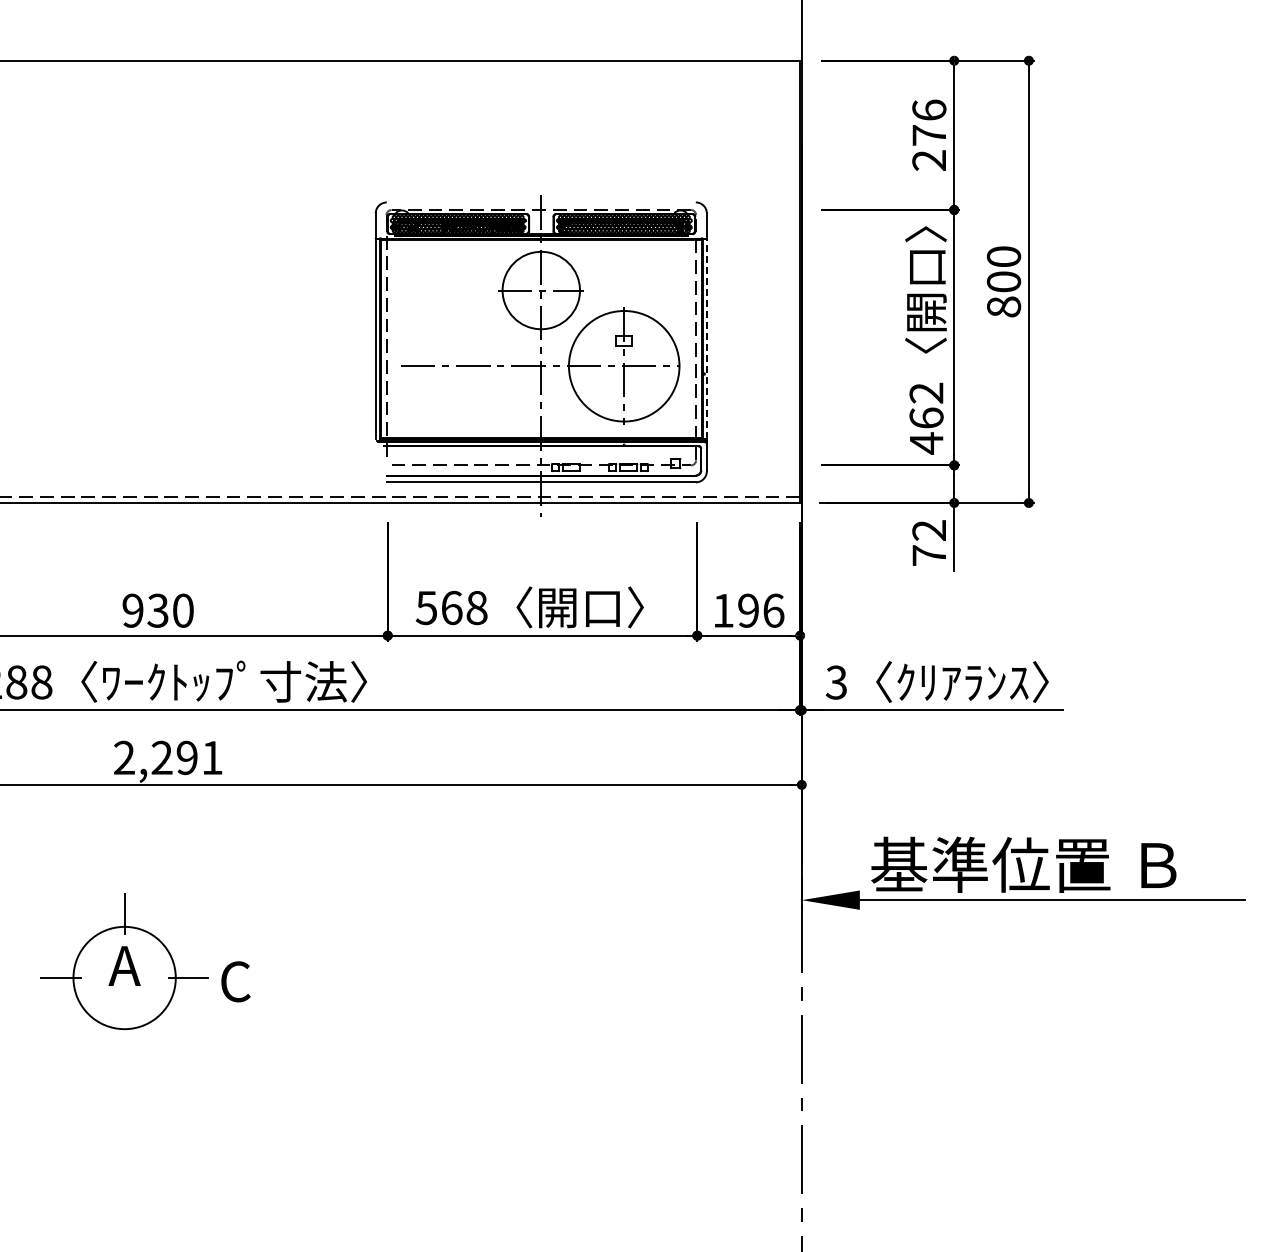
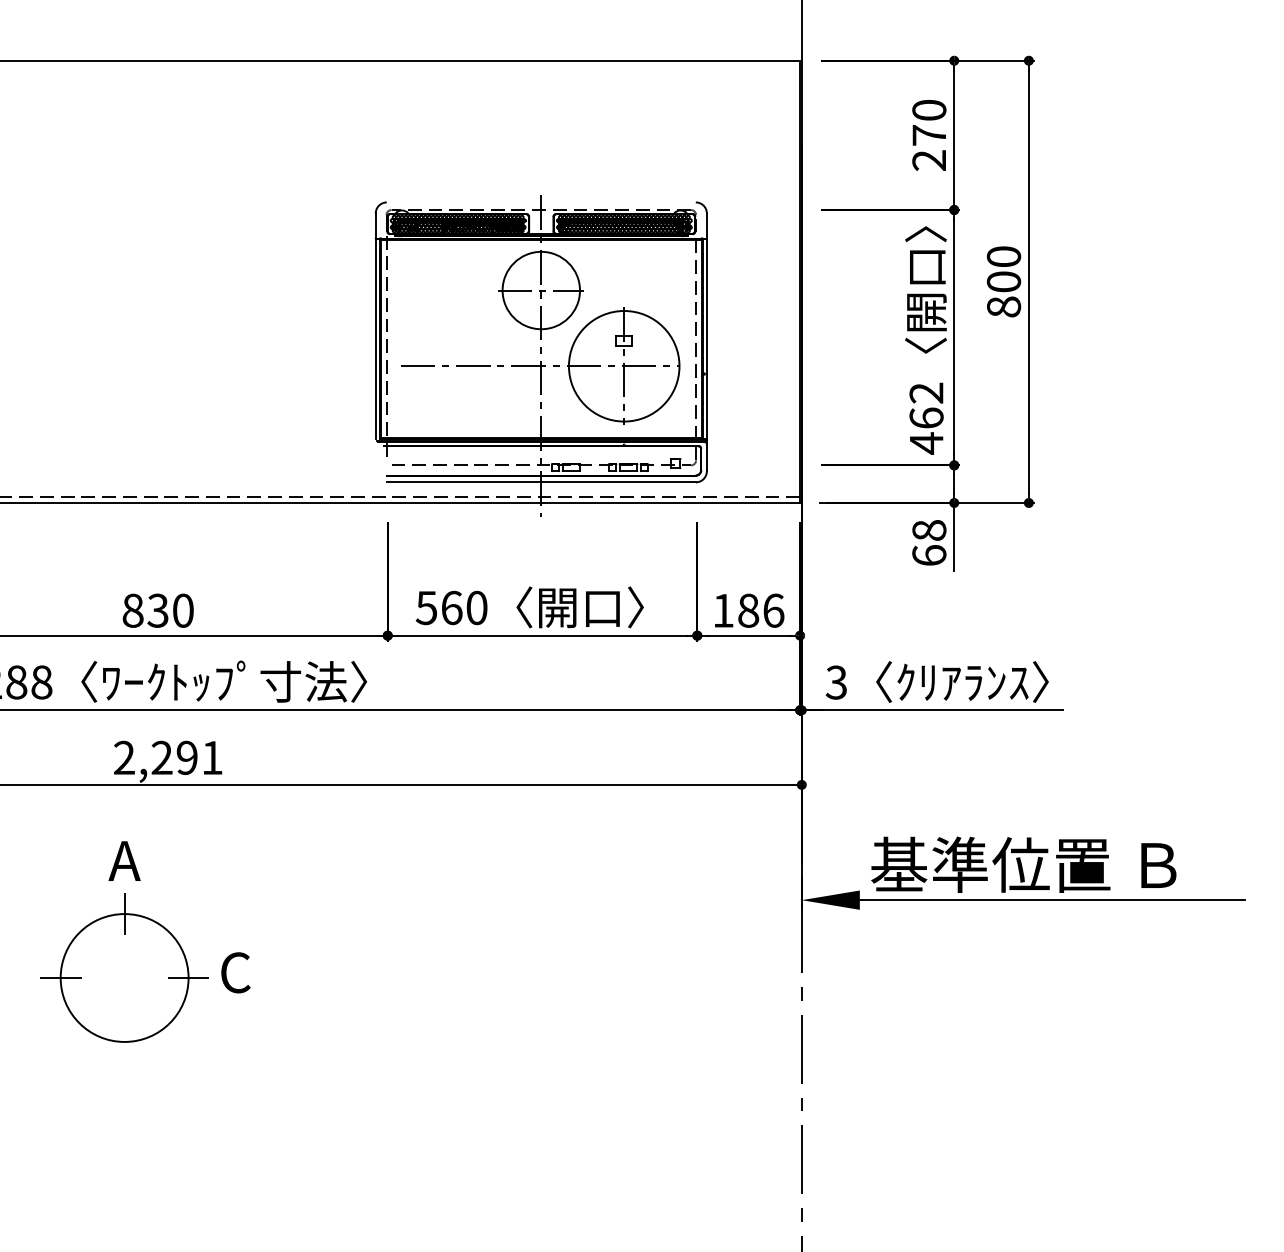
text at (929, 109): 276 -> 270
line at (707, 338): dashed -> solid
text at (929, 542): 72 -> 68
text at (476, 607): 568 -> 560
text at (132, 610): 930 -> 830
text at (748, 610): 196 -> 186
text at (124, 965) position: (124, 965) -> (124, 860)
circle at (124, 977) diameter: 102 px -> 128 px
text at (235, 981) position: (235, 981) -> (235, 972)
